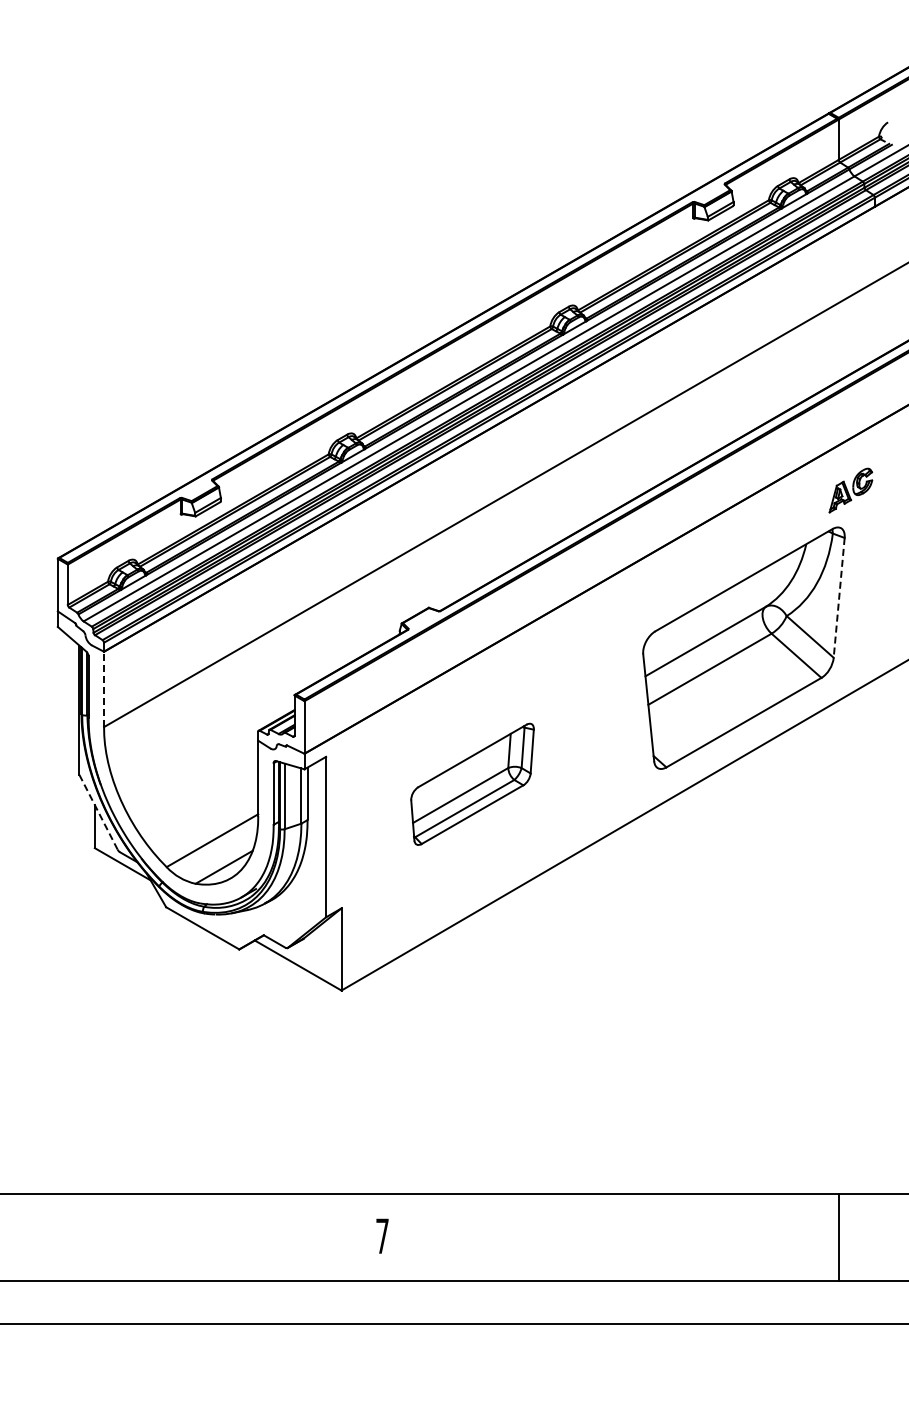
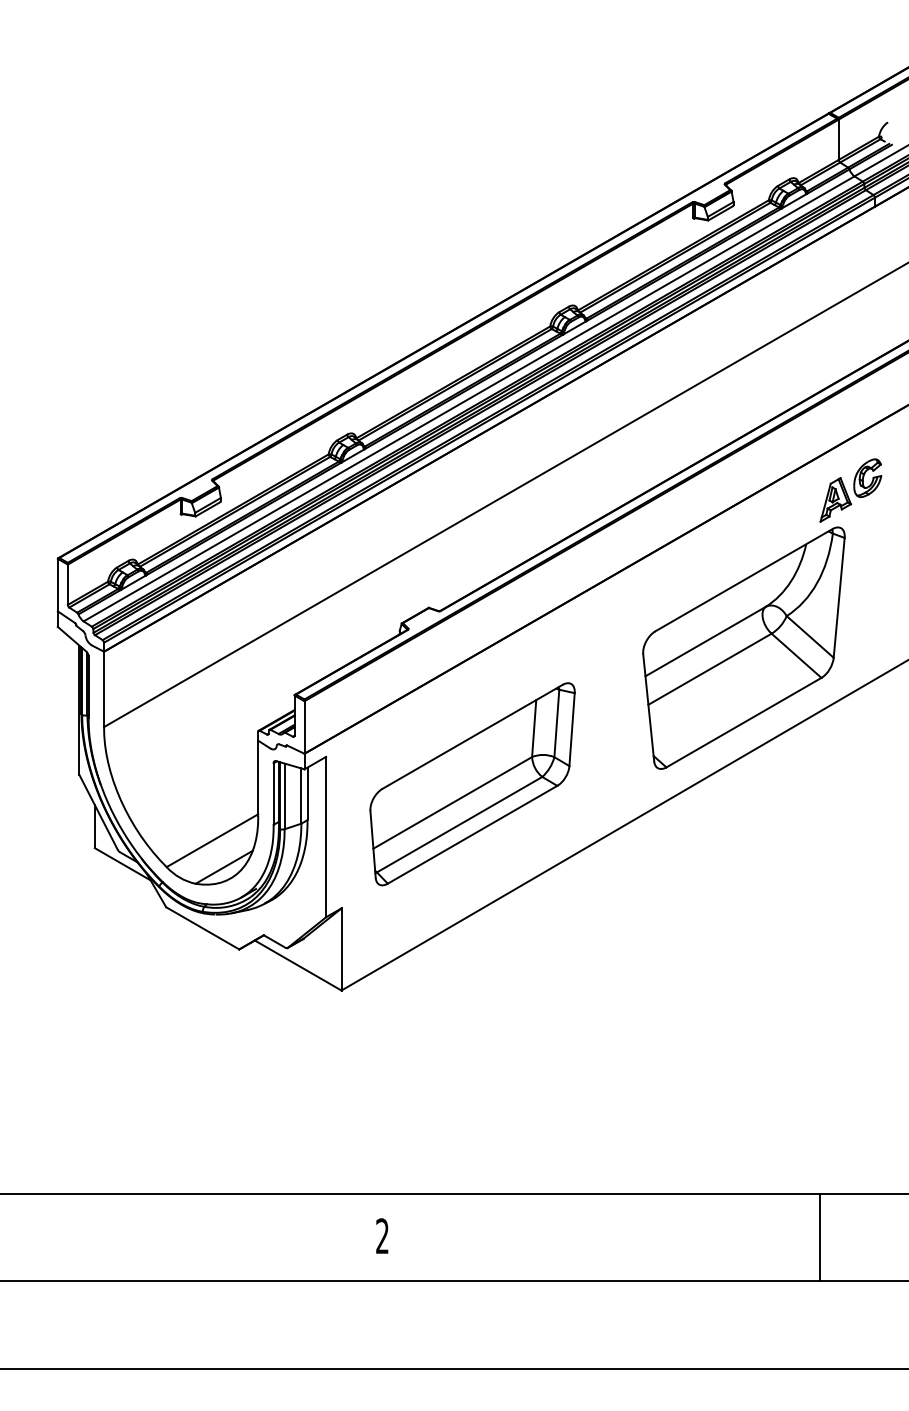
part at (850, 490) size: 46x47 px -> 64x65 px
line at (839, 598): dashed -> solid
line at (104, 689): dashed -> solid
part at (472, 783) size: 125x124 px -> 207x205 px
line at (98, 812): dashed -> solid
text at (382, 1235): 7 -> 2
line at (838, 1237) position: (838, 1237) -> (819, 1237)
line at (453, 1323) position: (453, 1323) -> (453, 1368)
